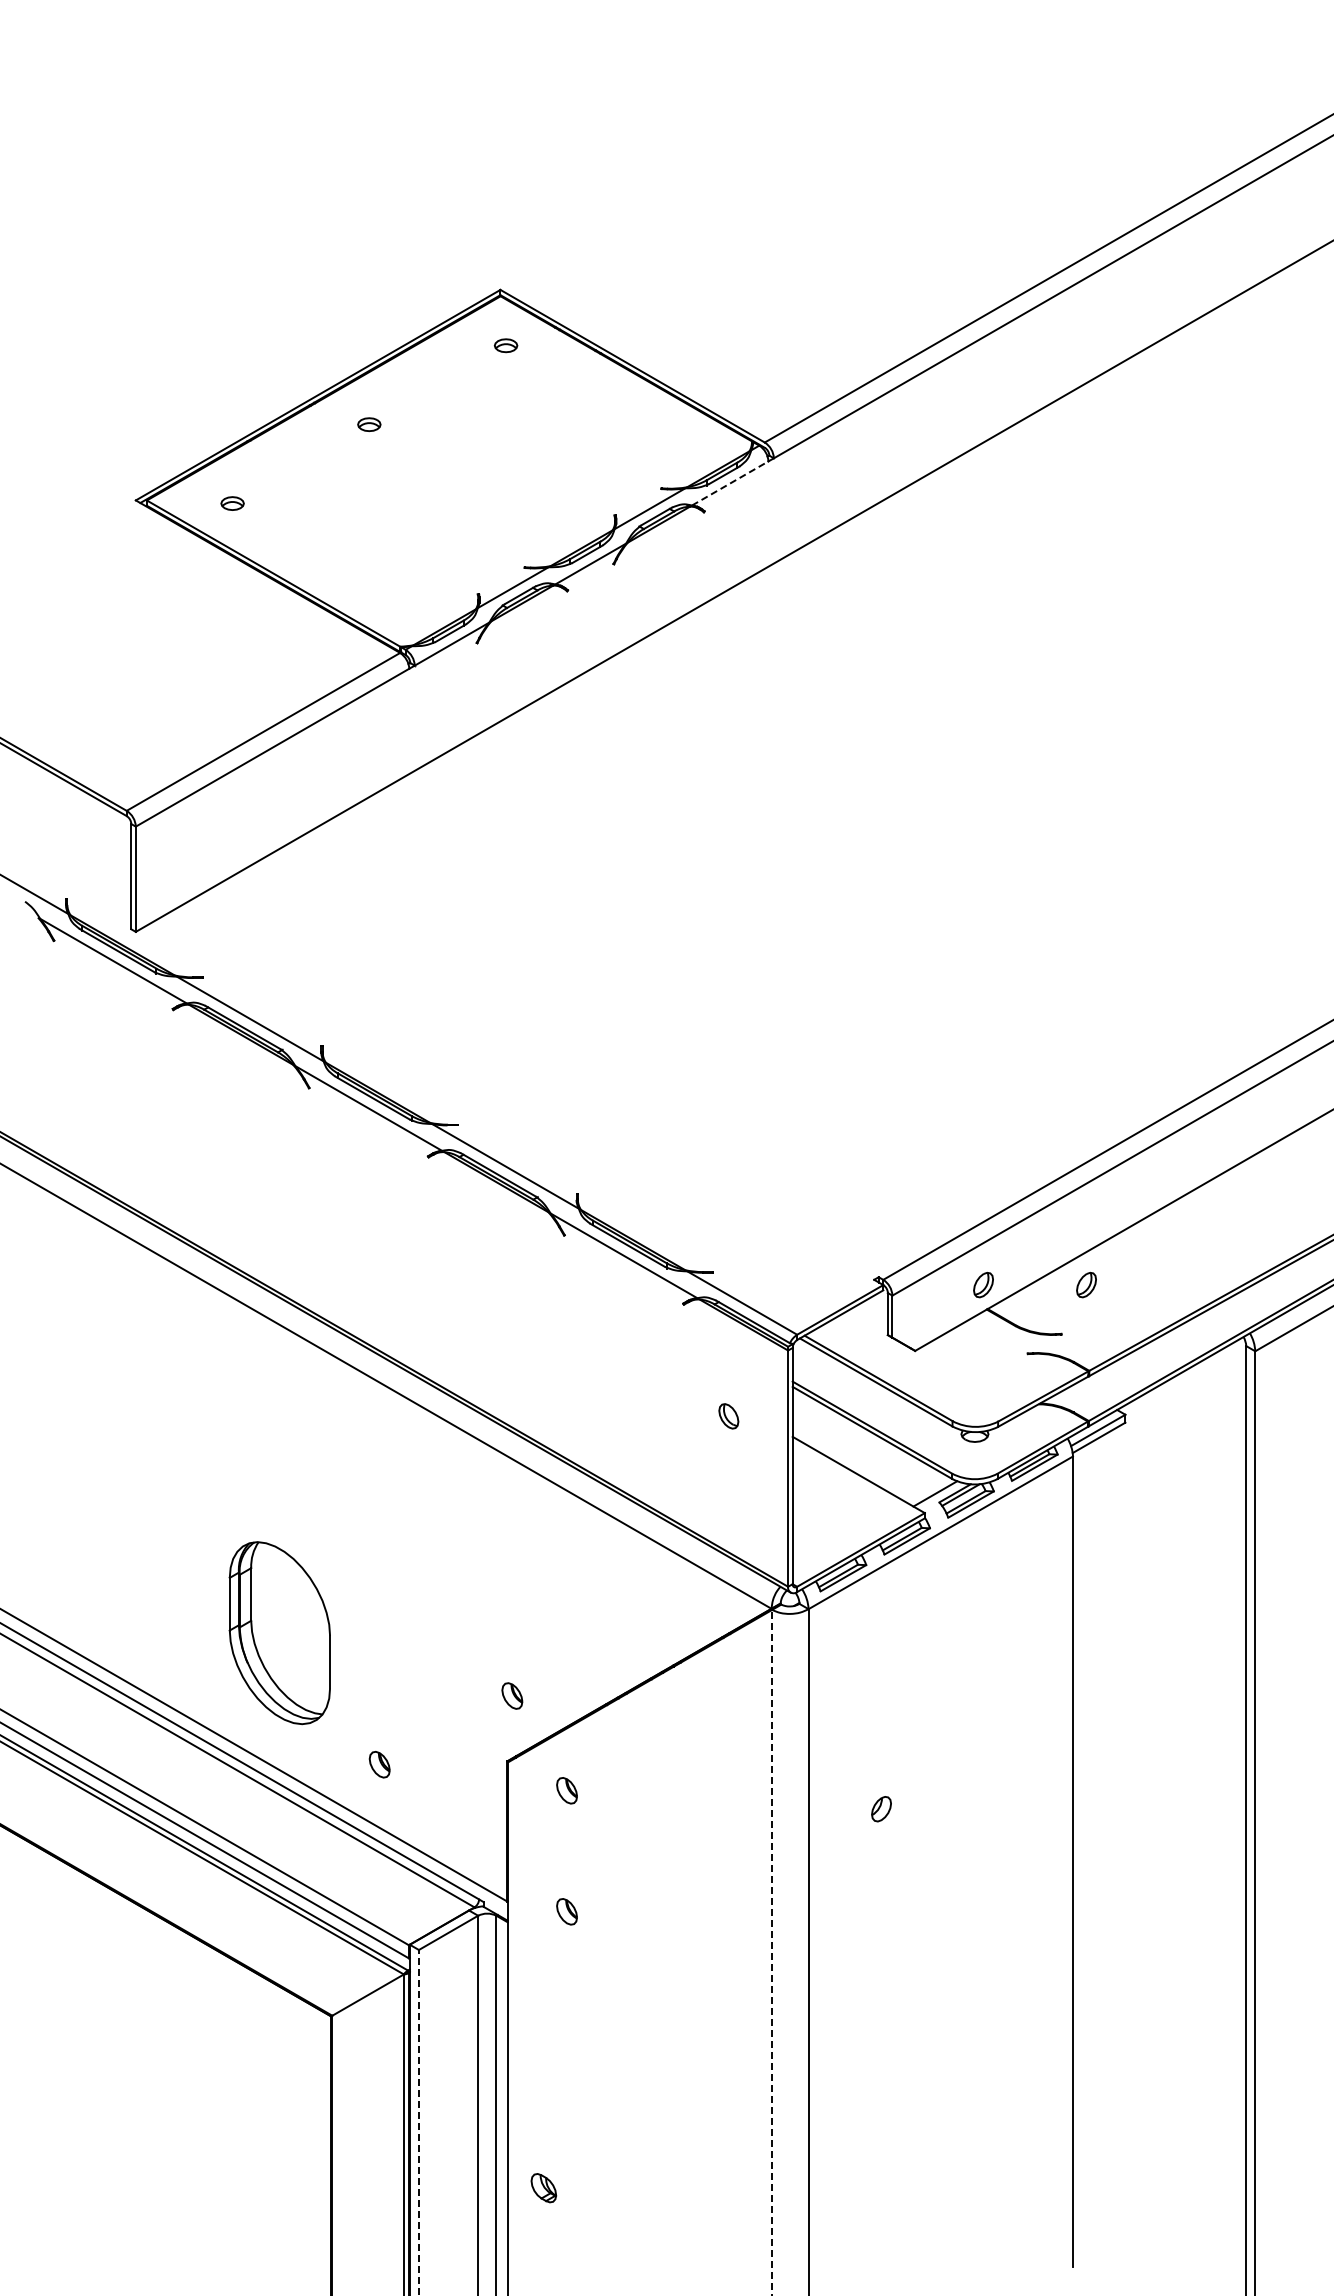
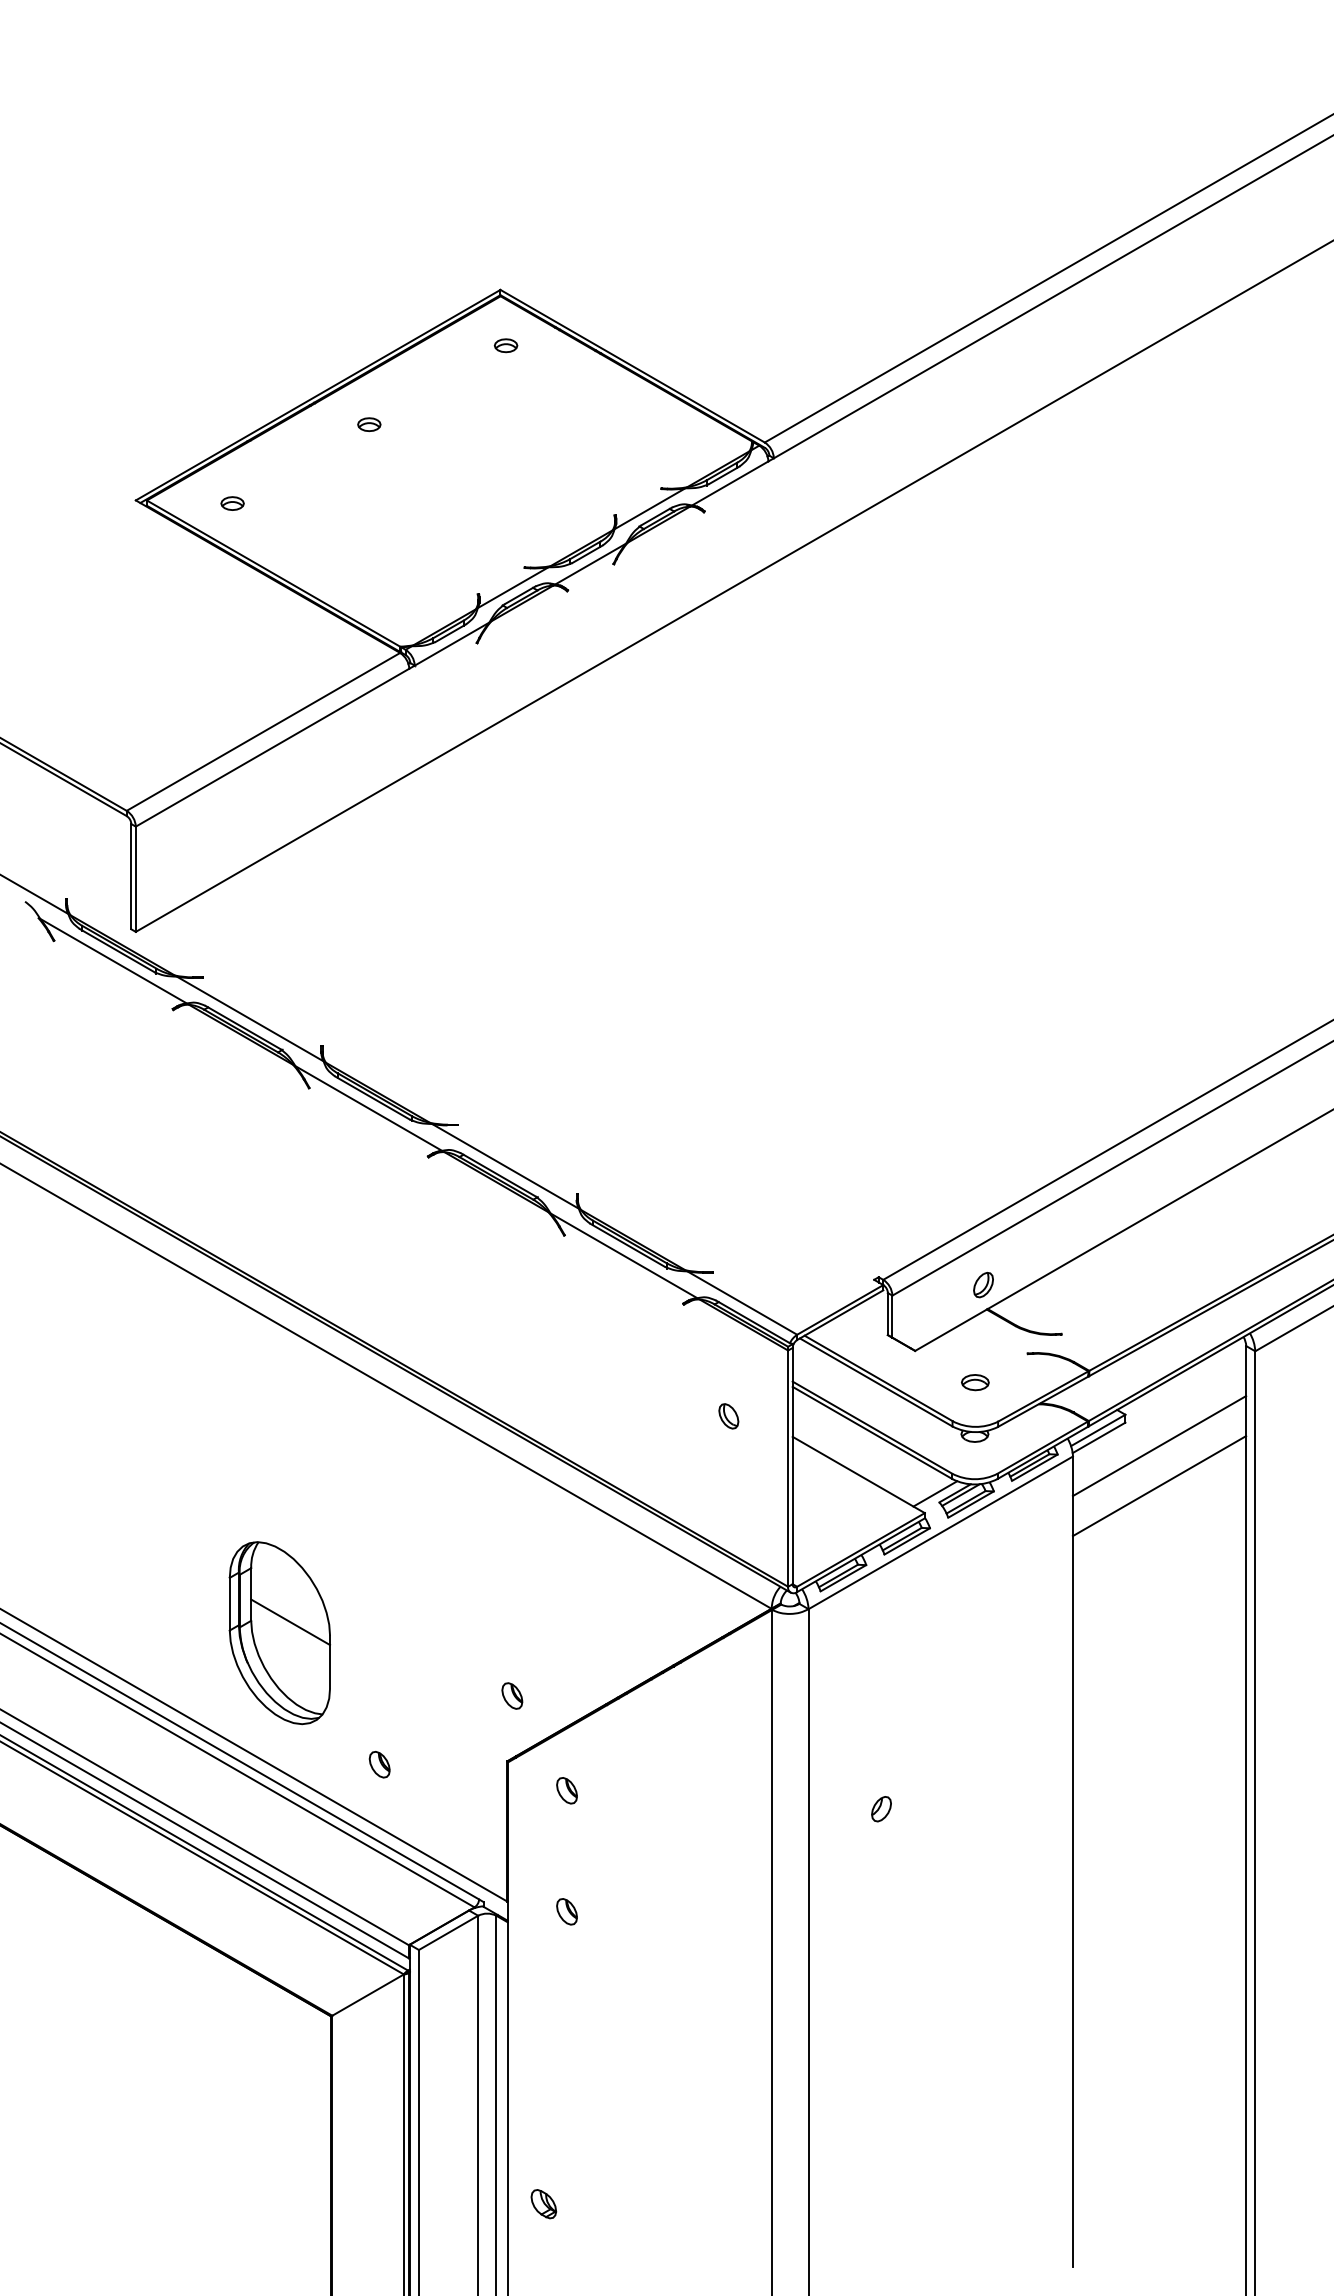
line at (730, 483): dashed -> solid
part at (1086, 1284): present -> none
part at (975, 1382): none -> present
line at (1159, 1446): none -> present
line at (1159, 1486): none -> present
line at (290, 1622): none -> present
line at (772, 1952): dashed -> solid
line at (418, 2122): dashed -> solid
part at (543, 2188) position: (543, 2188) -> (543, 2204)
